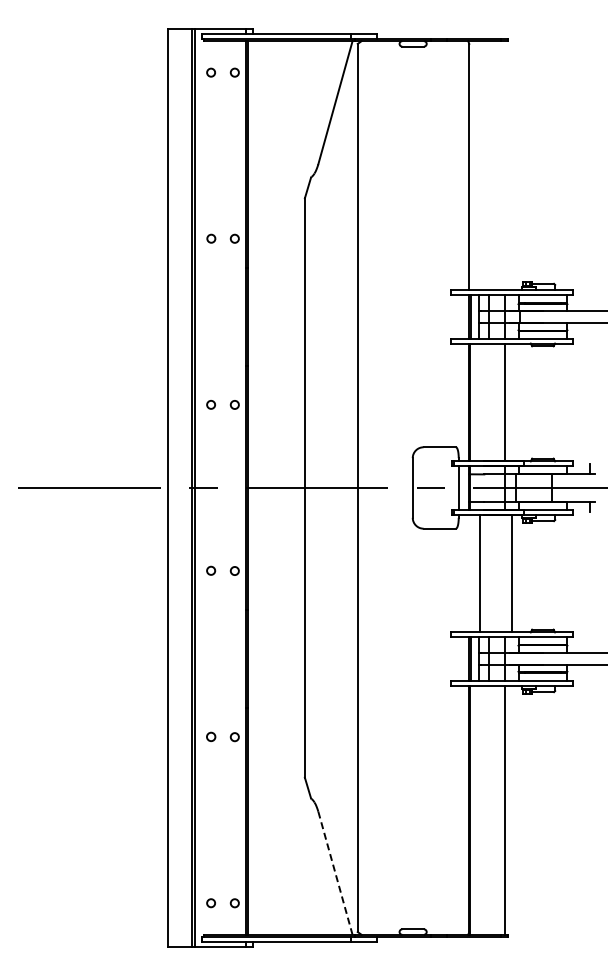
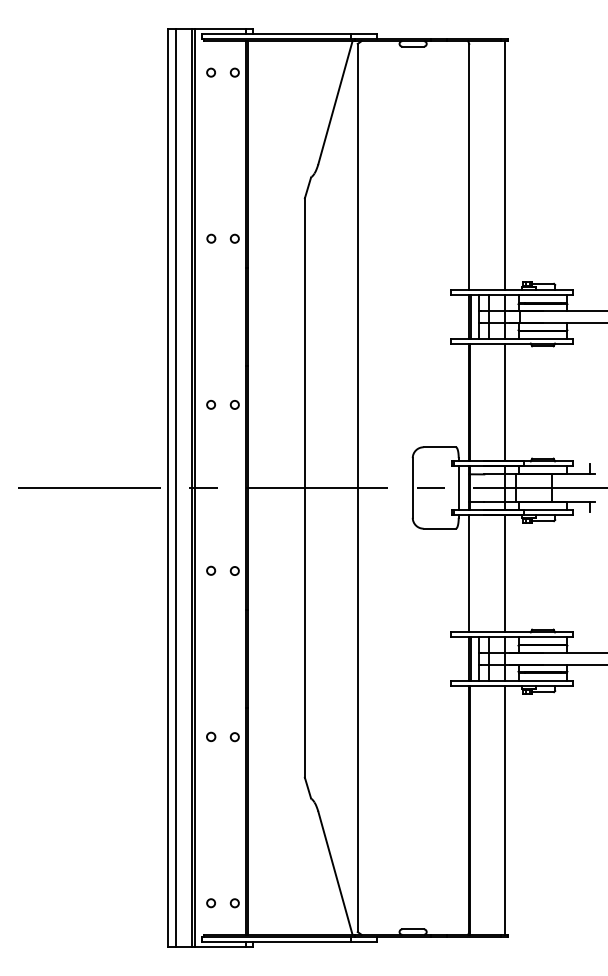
line at (504, 165): none -> present
line at (175, 487): none -> present
line at (480, 573) position: (480, 573) -> (469, 573)
line at (511, 573) position: (511, 573) -> (504, 573)
line at (335, 873): dashed -> solid
